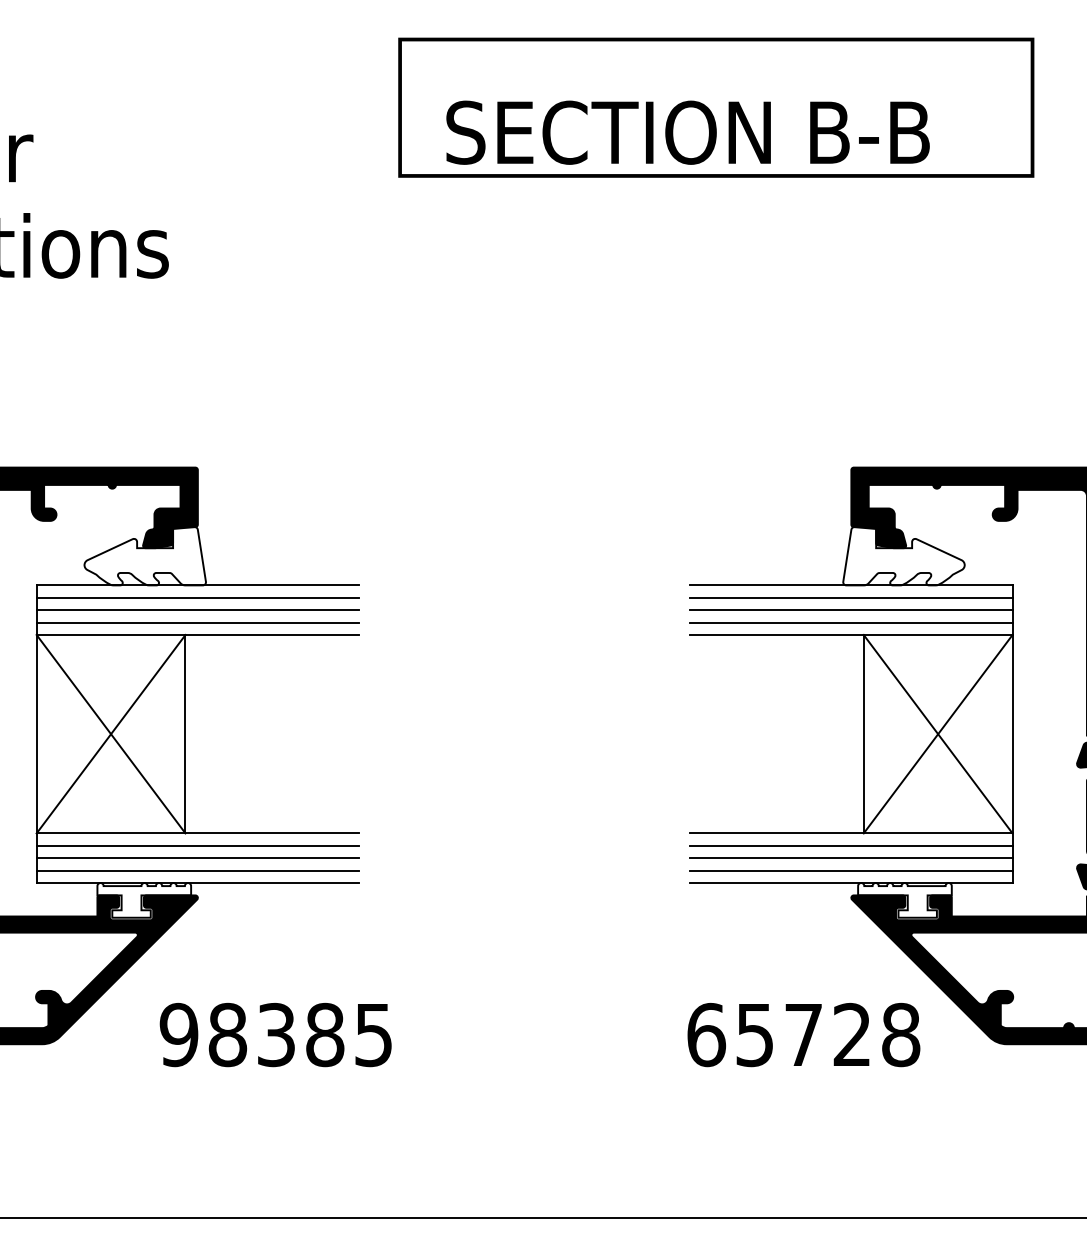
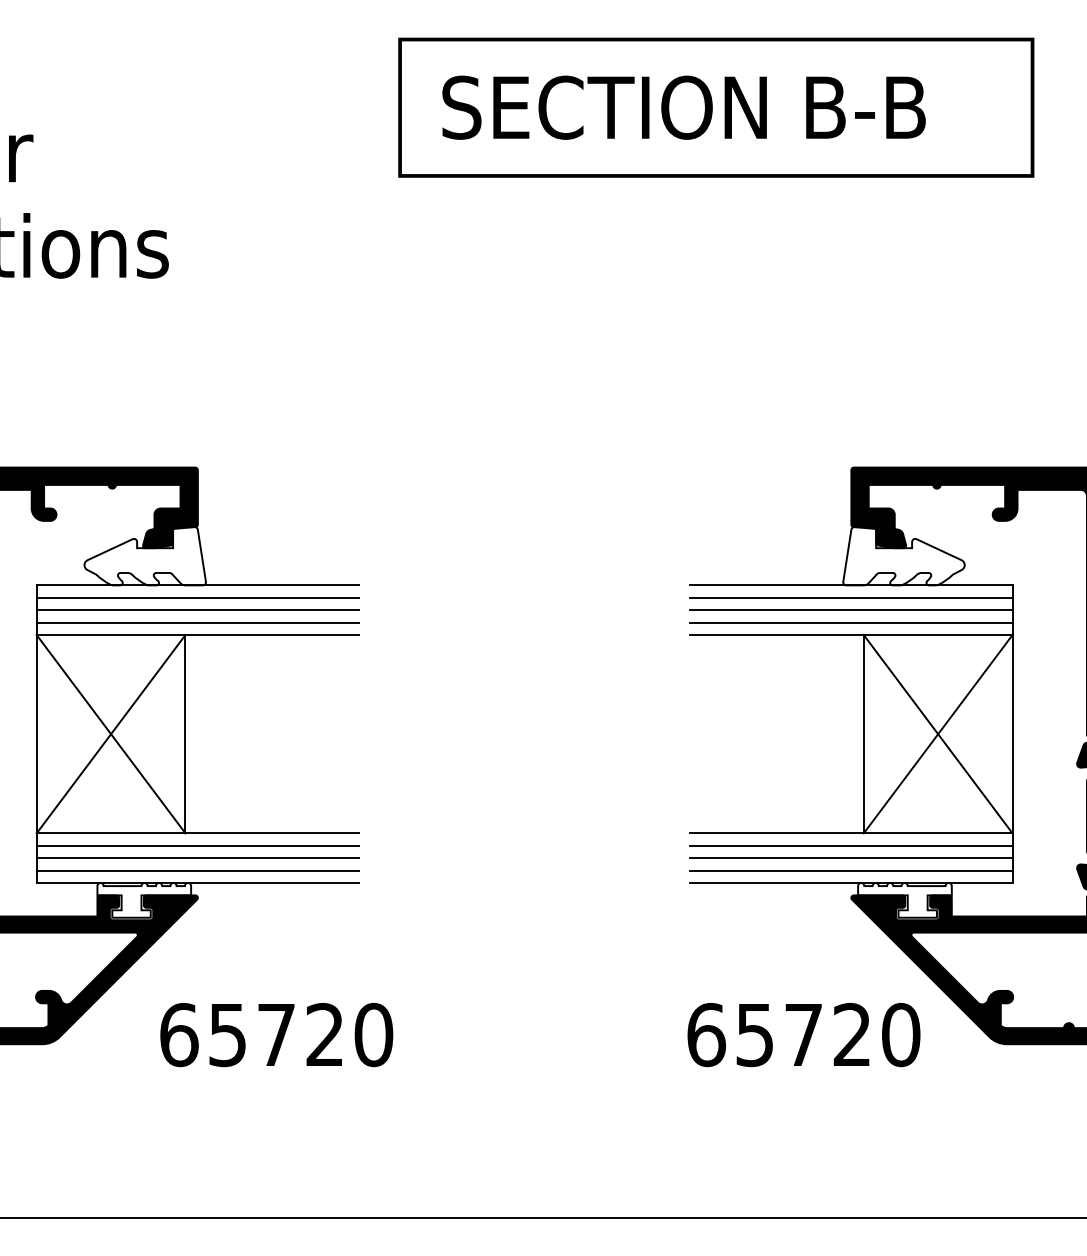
text at (687, 132) position: (687, 132) -> (683, 107)
text at (276, 1034): 98385 -> 65720
text at (901, 1034): 65728 -> 65720
